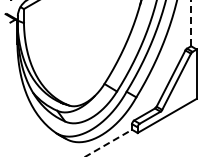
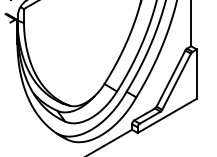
line at (191, 23): dashed -> solid
line at (108, 143): dashed -> solid
